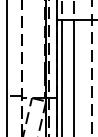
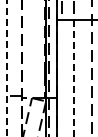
line at (7, 68): solid -> dashed
line at (61, 76): present -> none
line at (73, 78): solid -> dashed
